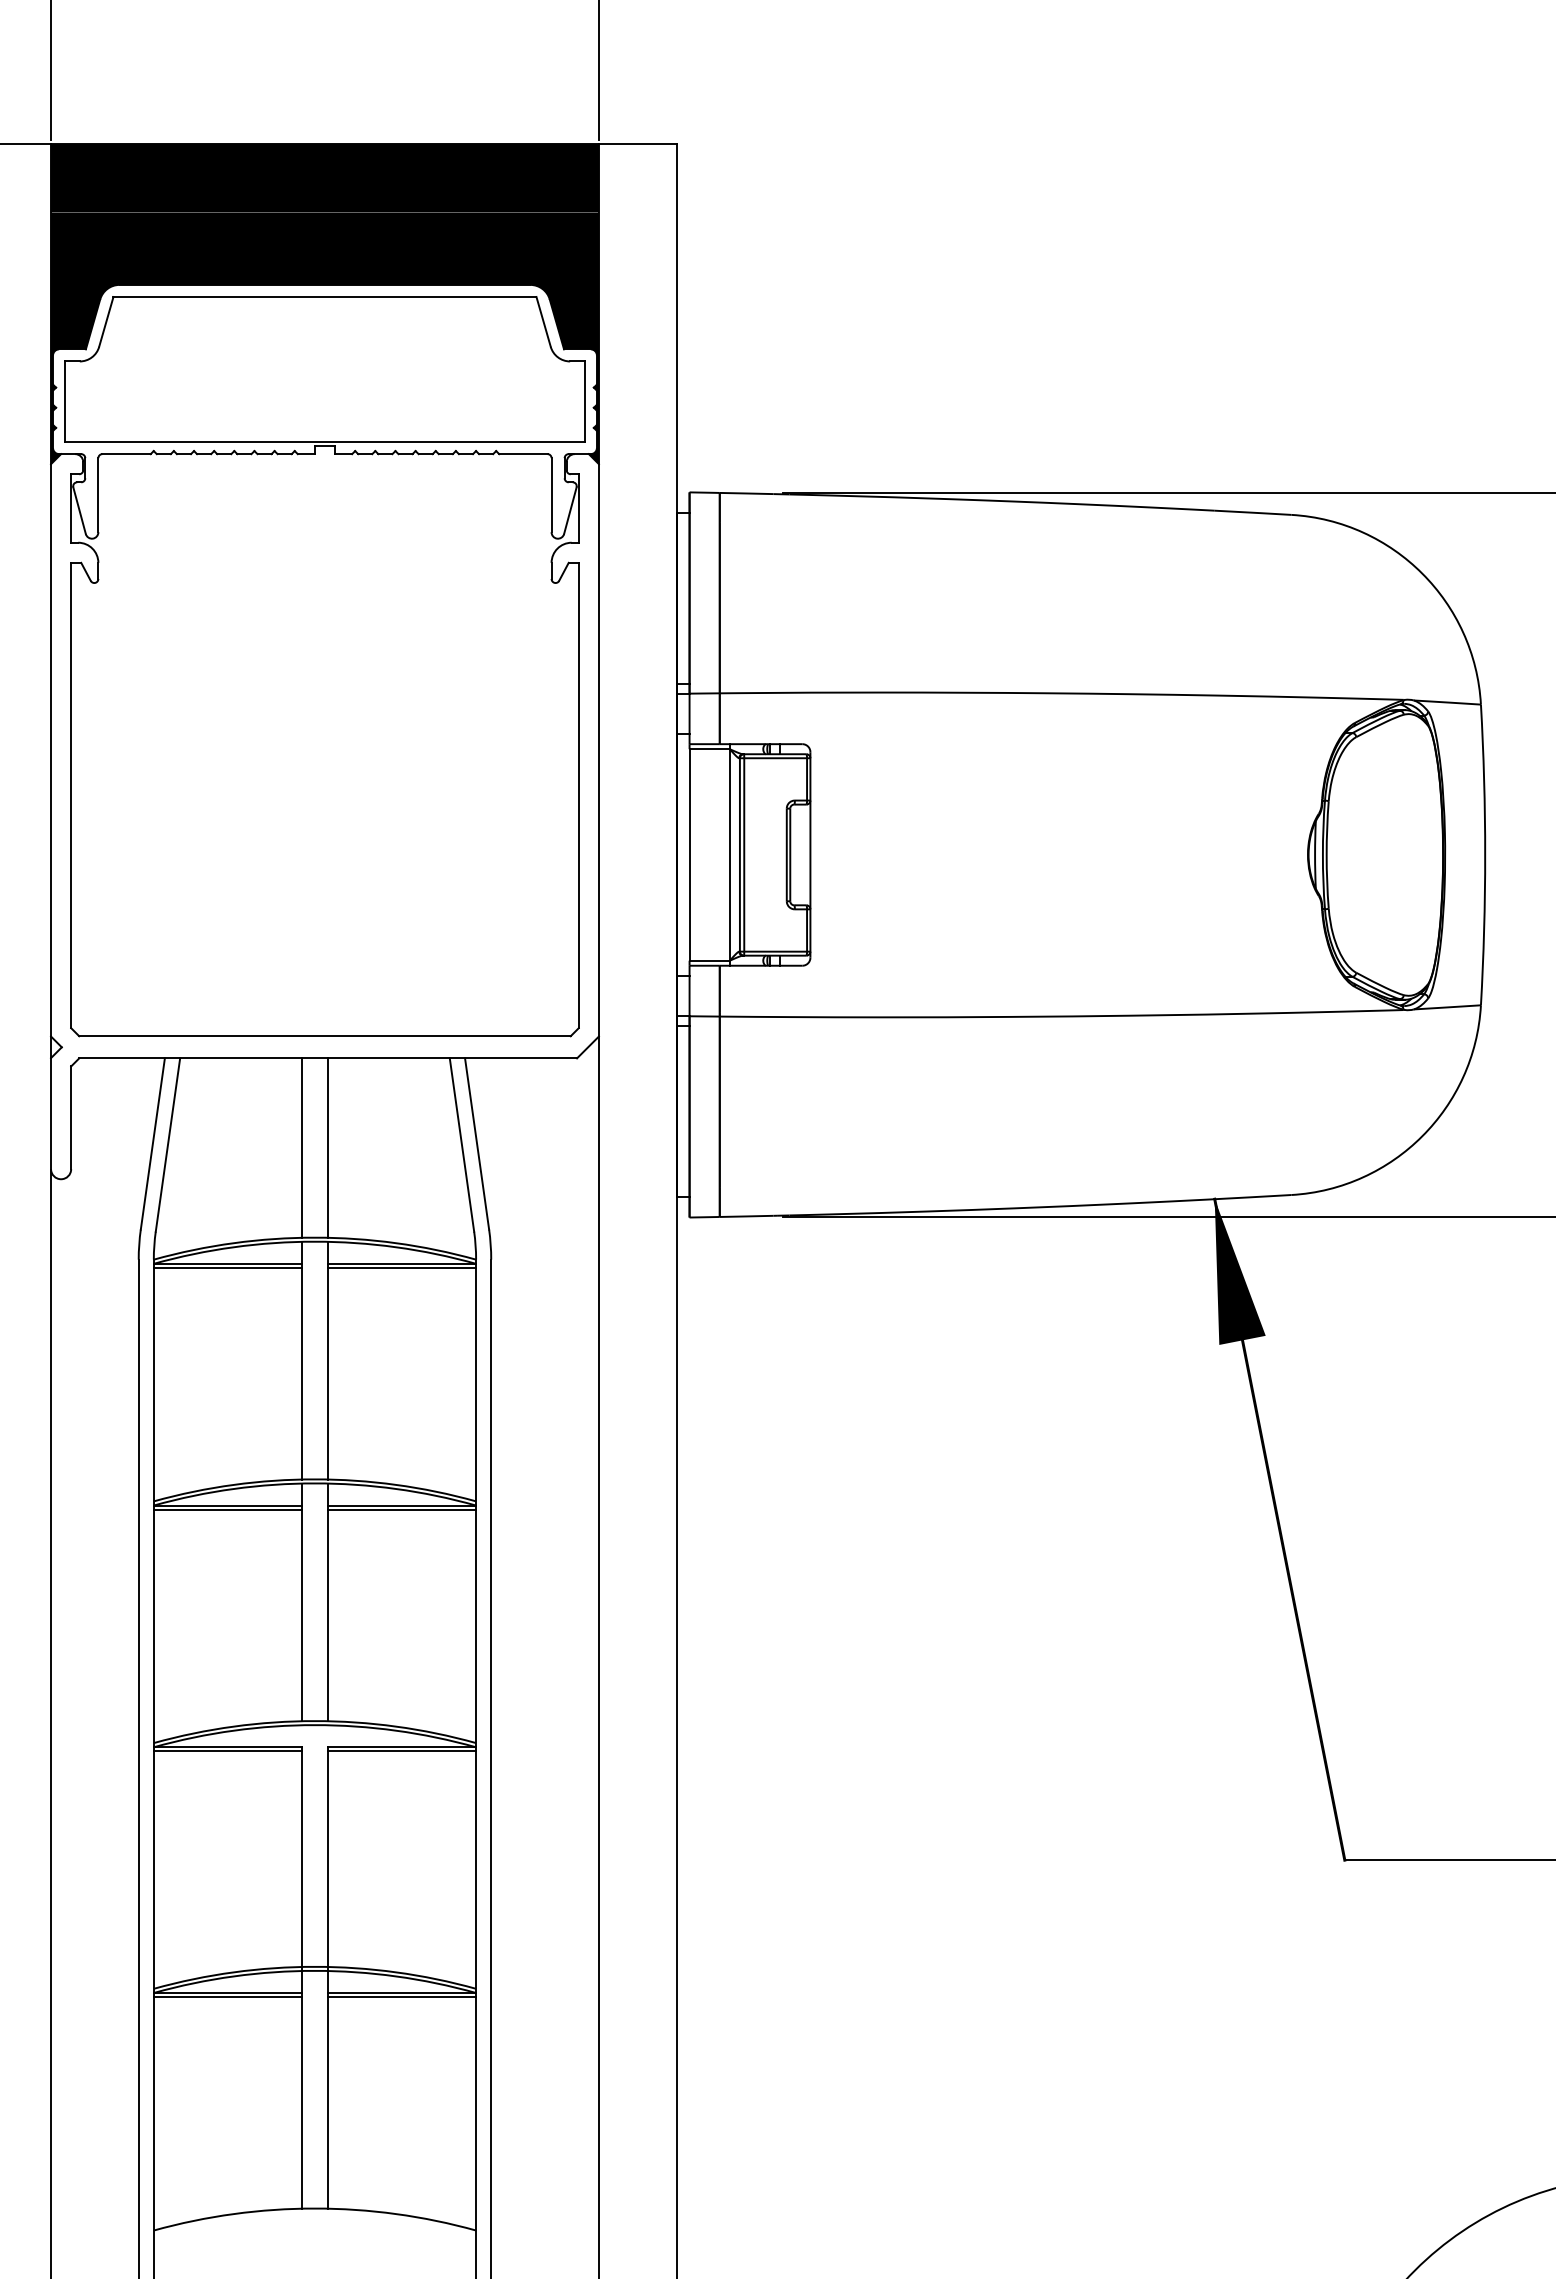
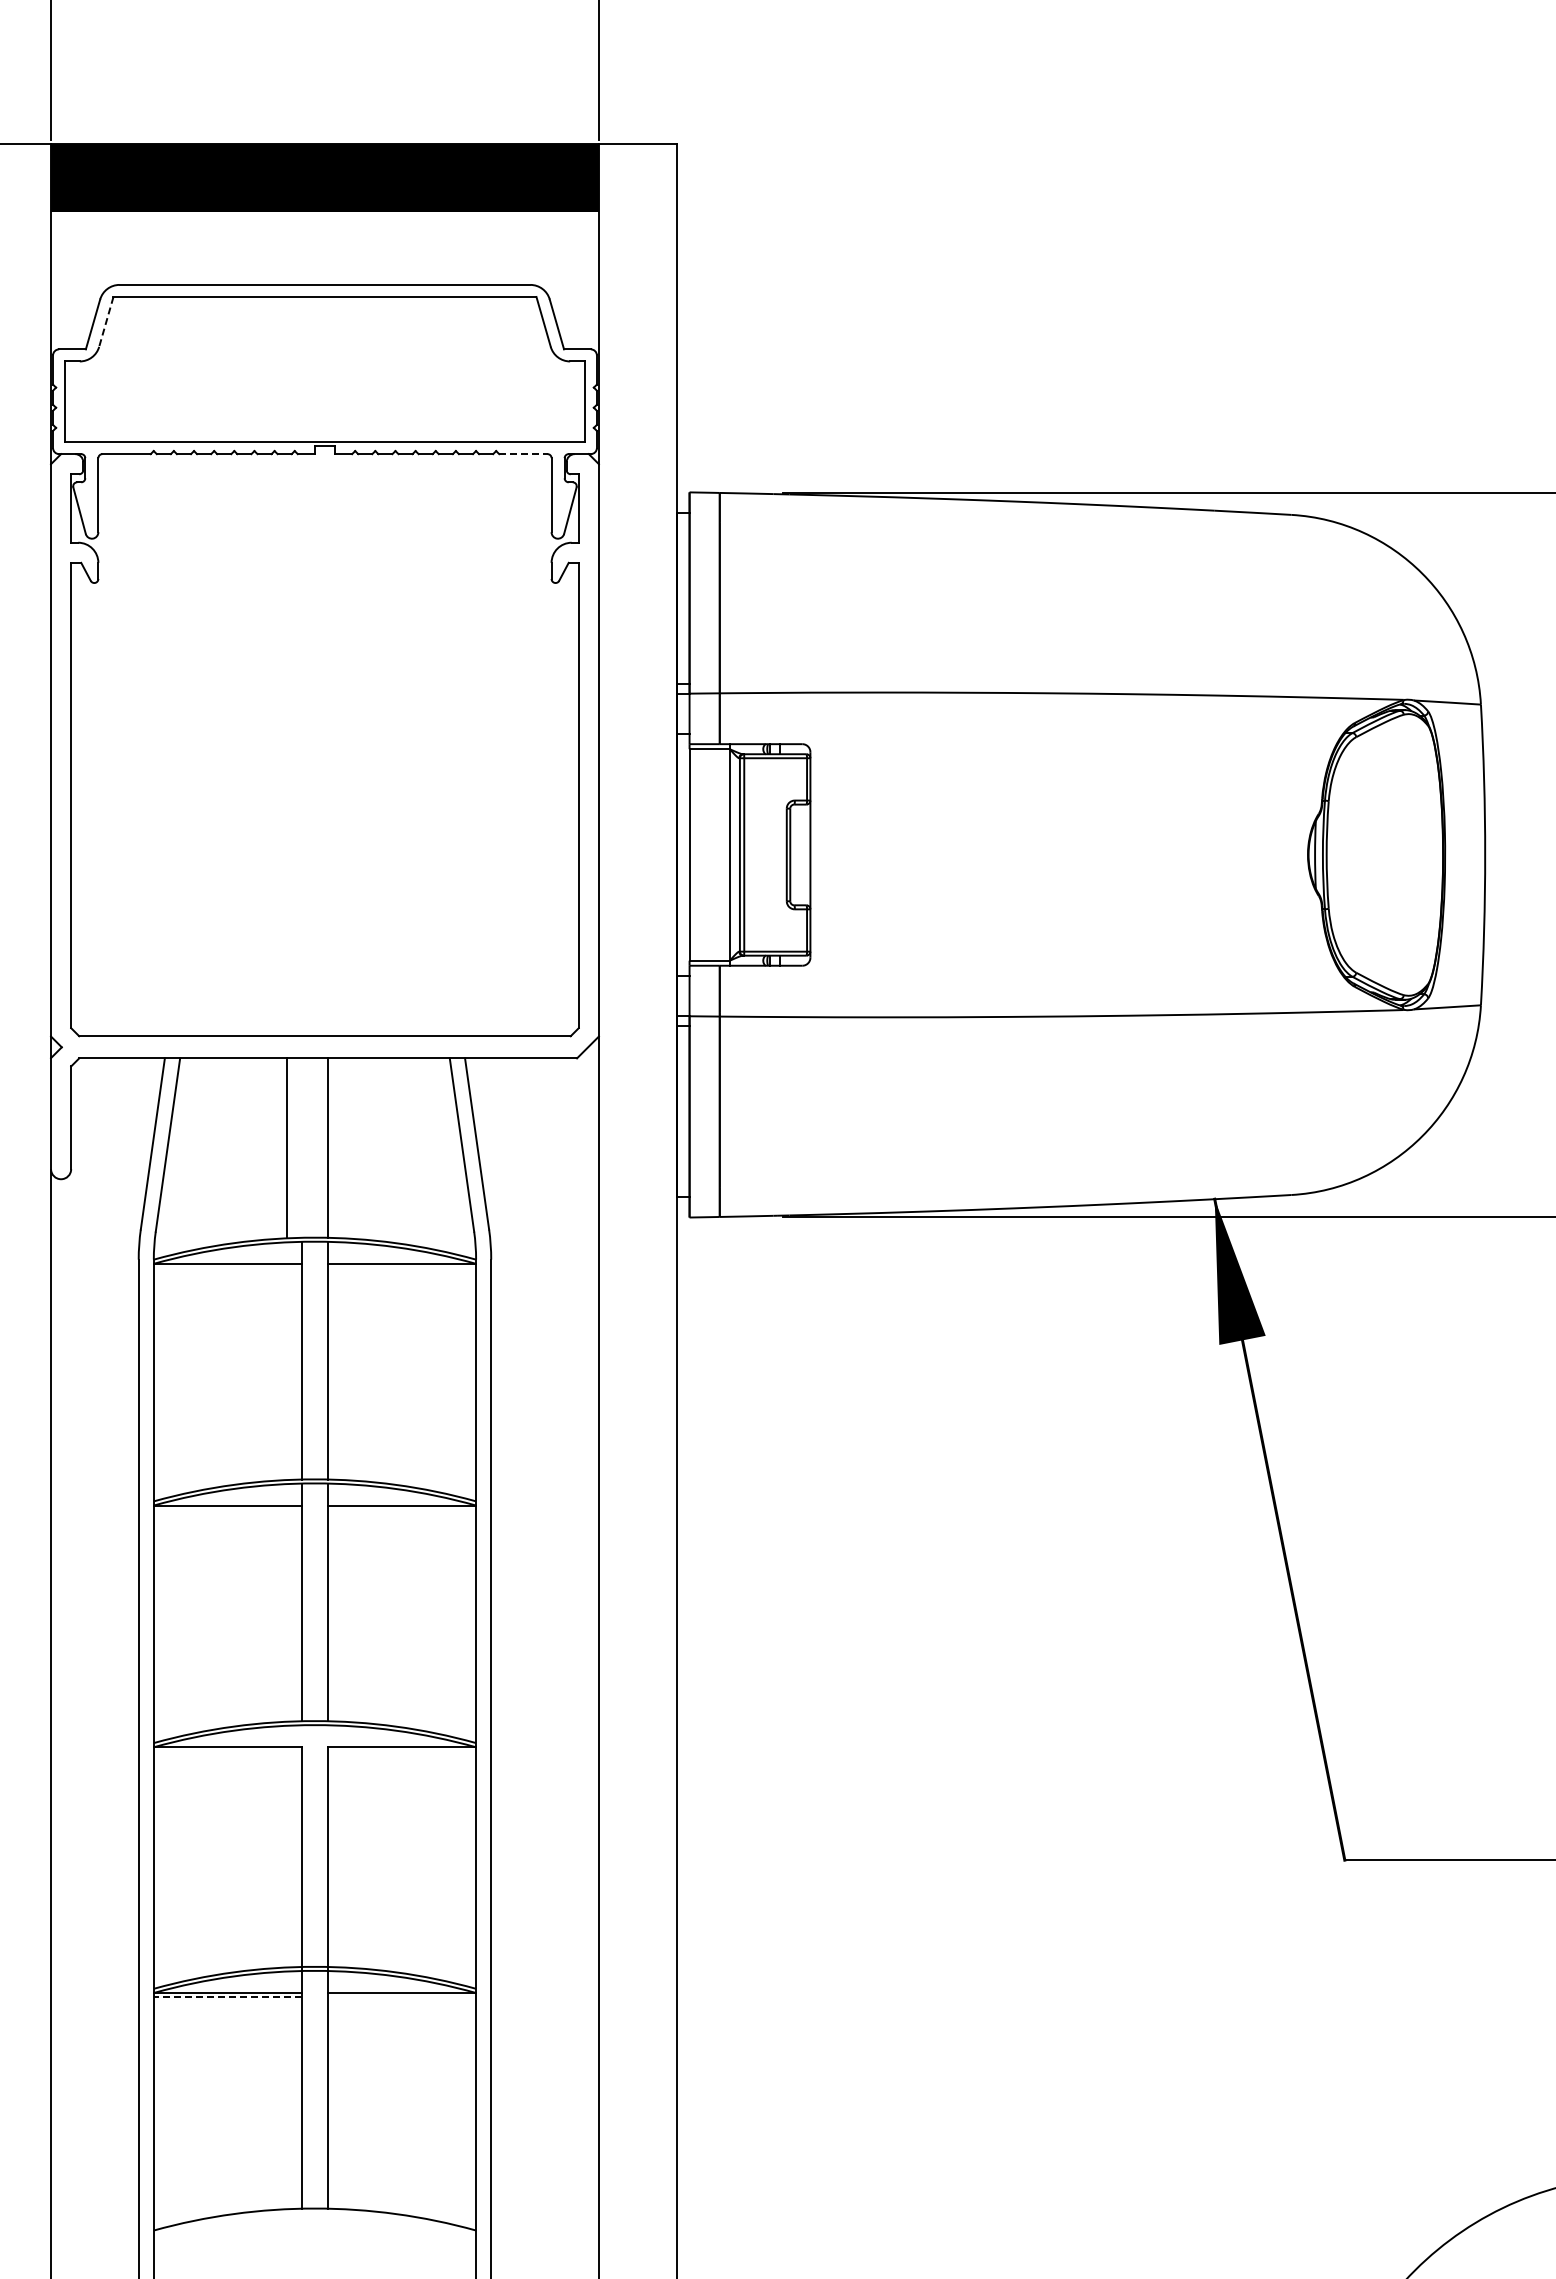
line at (106, 321): solid -> dashed
fill at (324, 338): present -> none
line at (523, 454): solid -> dashed
line at (302, 1147) position: (302, 1147) -> (287, 1147)
line at (227, 1267): present -> none
line at (401, 1267): present -> none
line at (227, 1509): present -> none
line at (401, 1509): present -> none
line at (227, 1751): present -> none
line at (401, 1751): present -> none
line at (227, 1997): solid -> dashed
line at (401, 1997): present -> none
